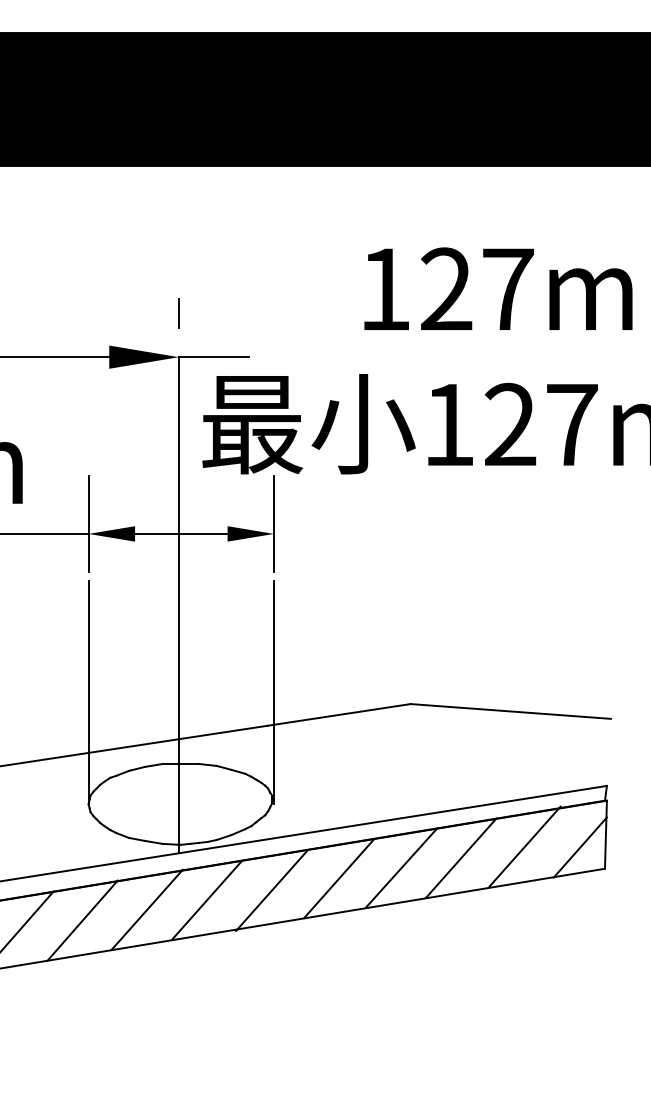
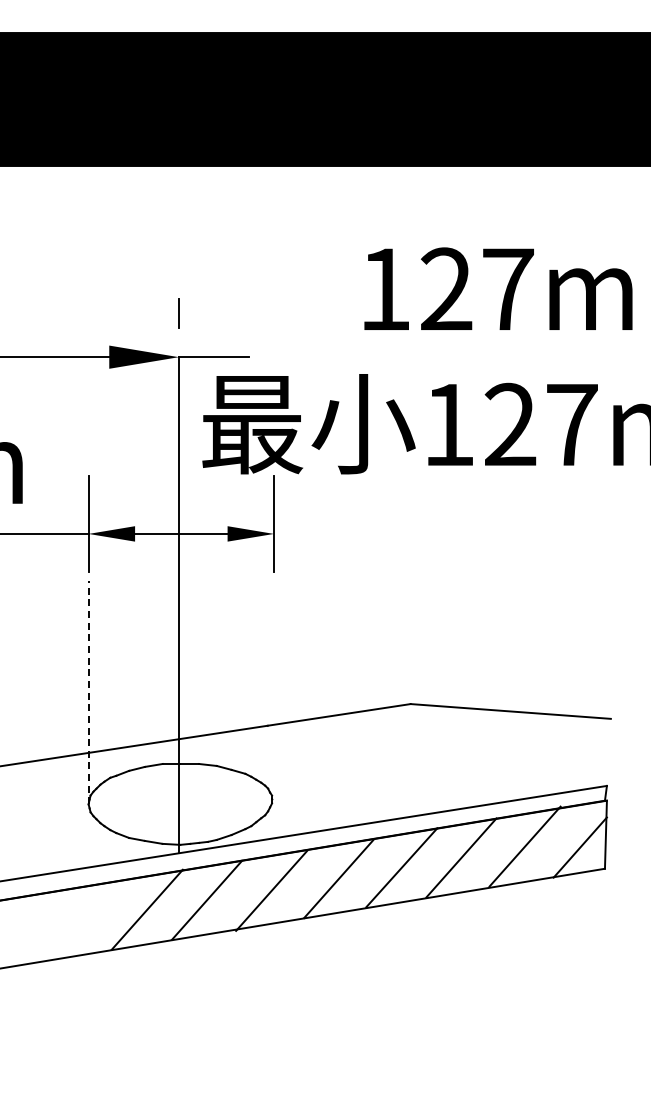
line at (88, 692): solid -> dashed
line at (274, 692): present -> none
line at (27, 920): present -> none
line at (82, 920): present -> none
